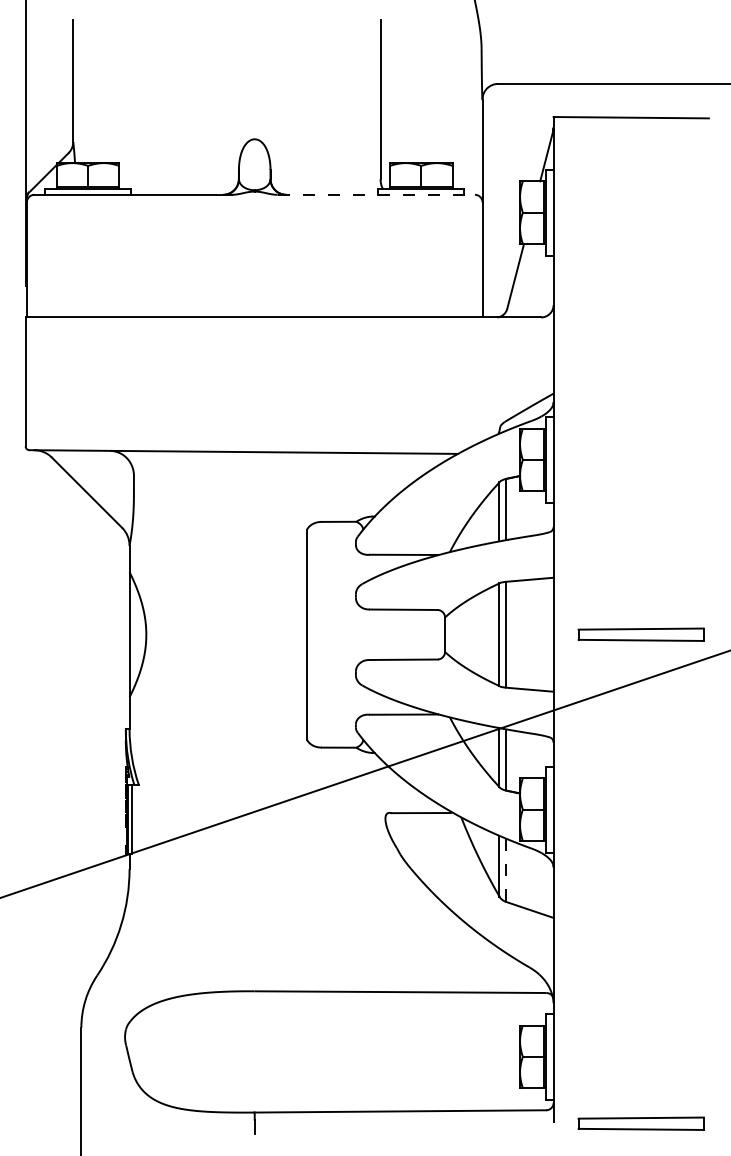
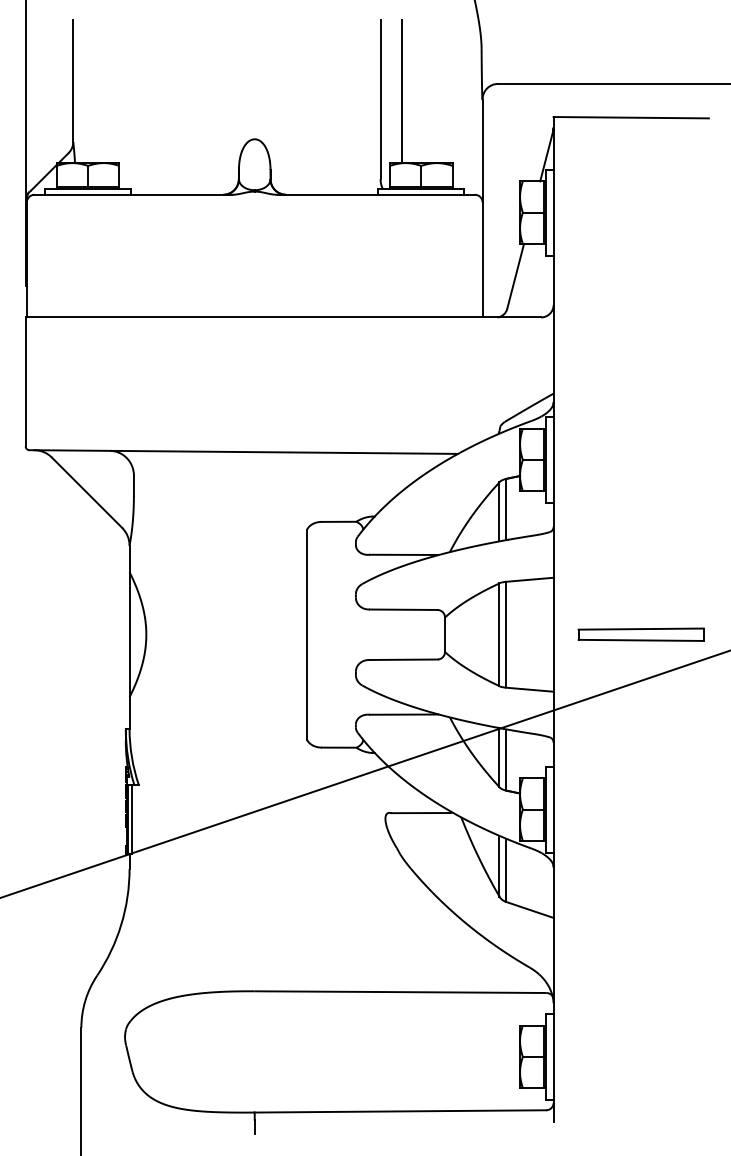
line at (402, 91): none -> present
line at (376, 194): dashed -> solid
line at (506, 870): dashed -> solid
part at (640, 1123): present -> none
